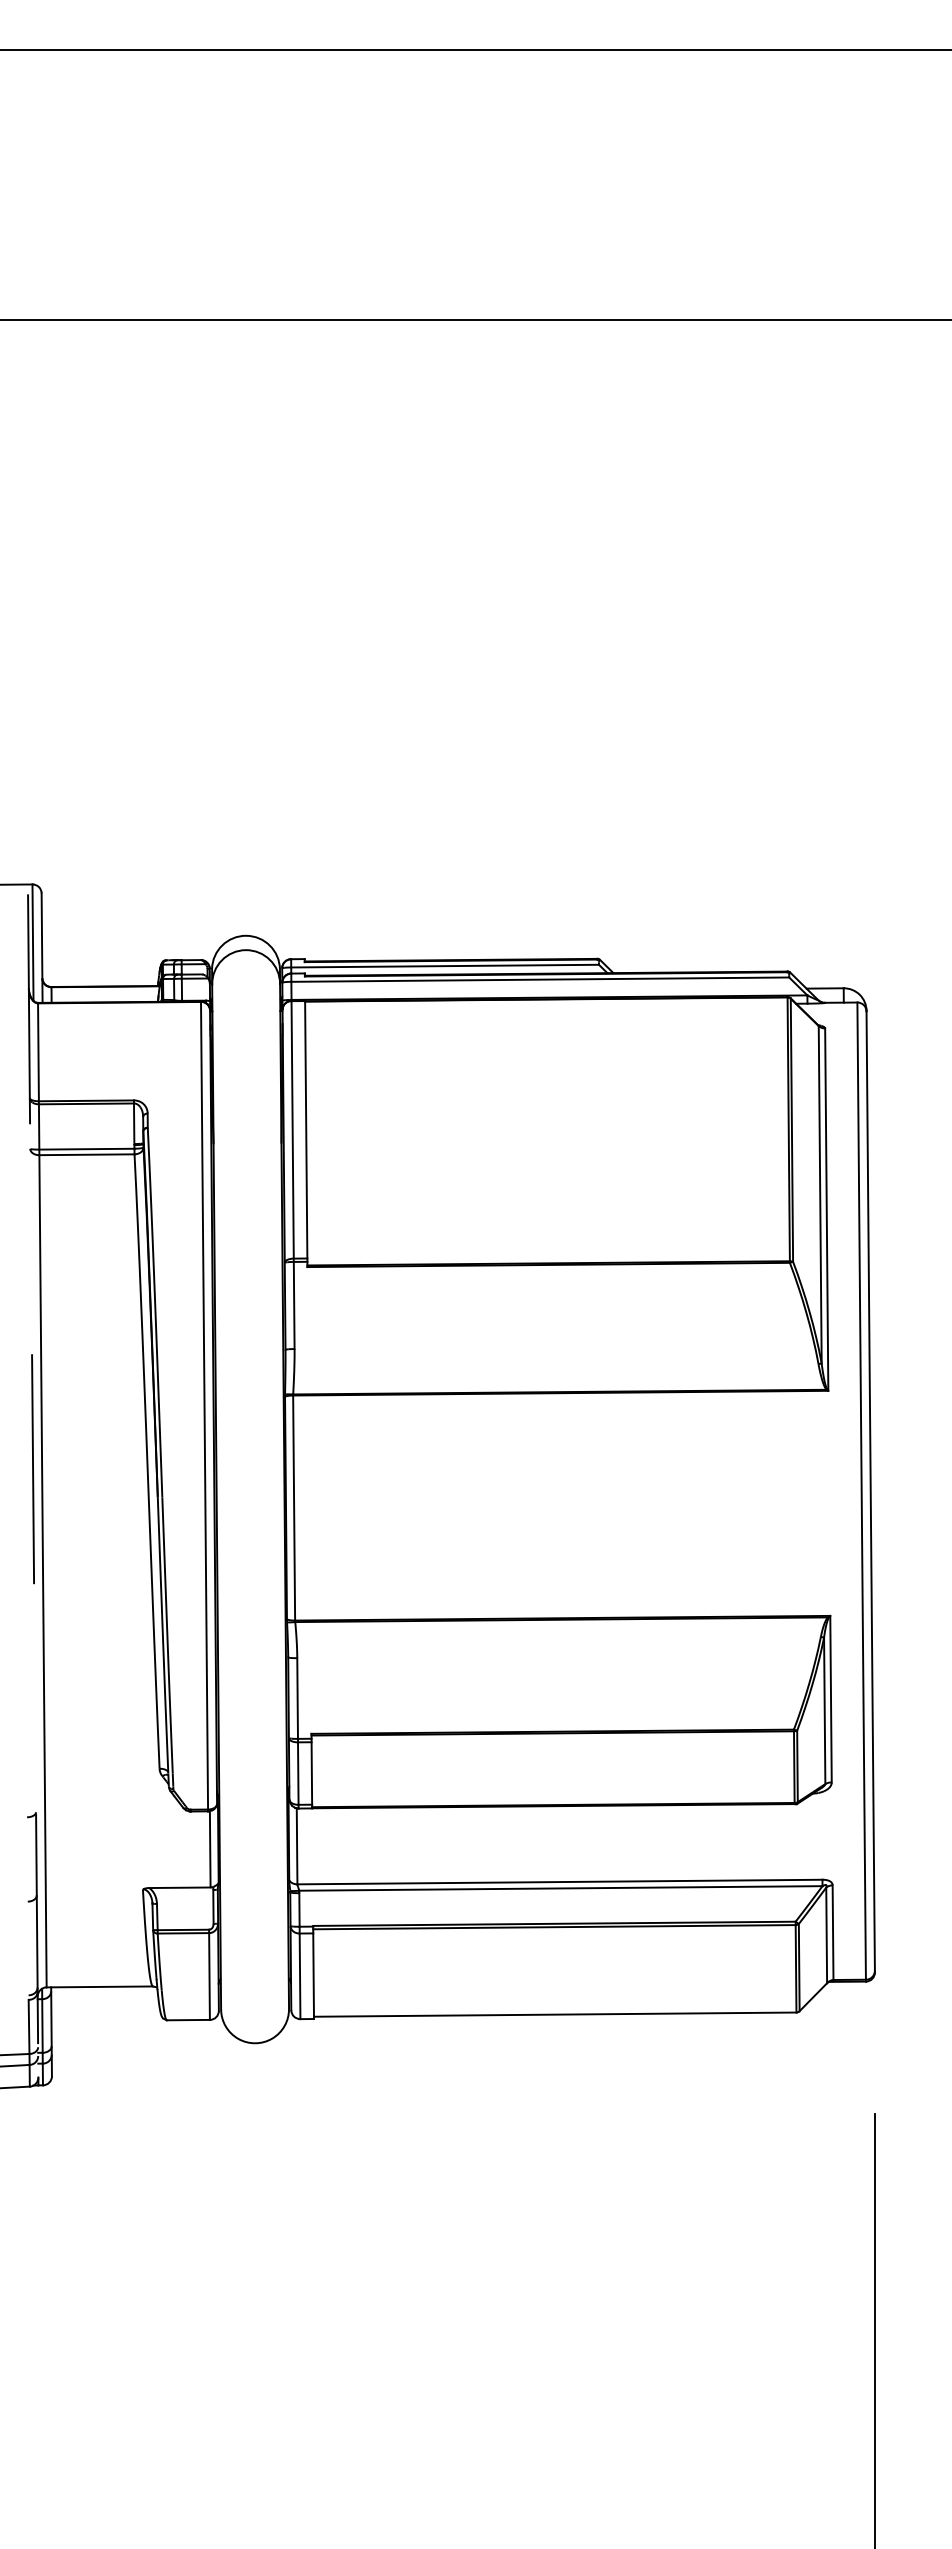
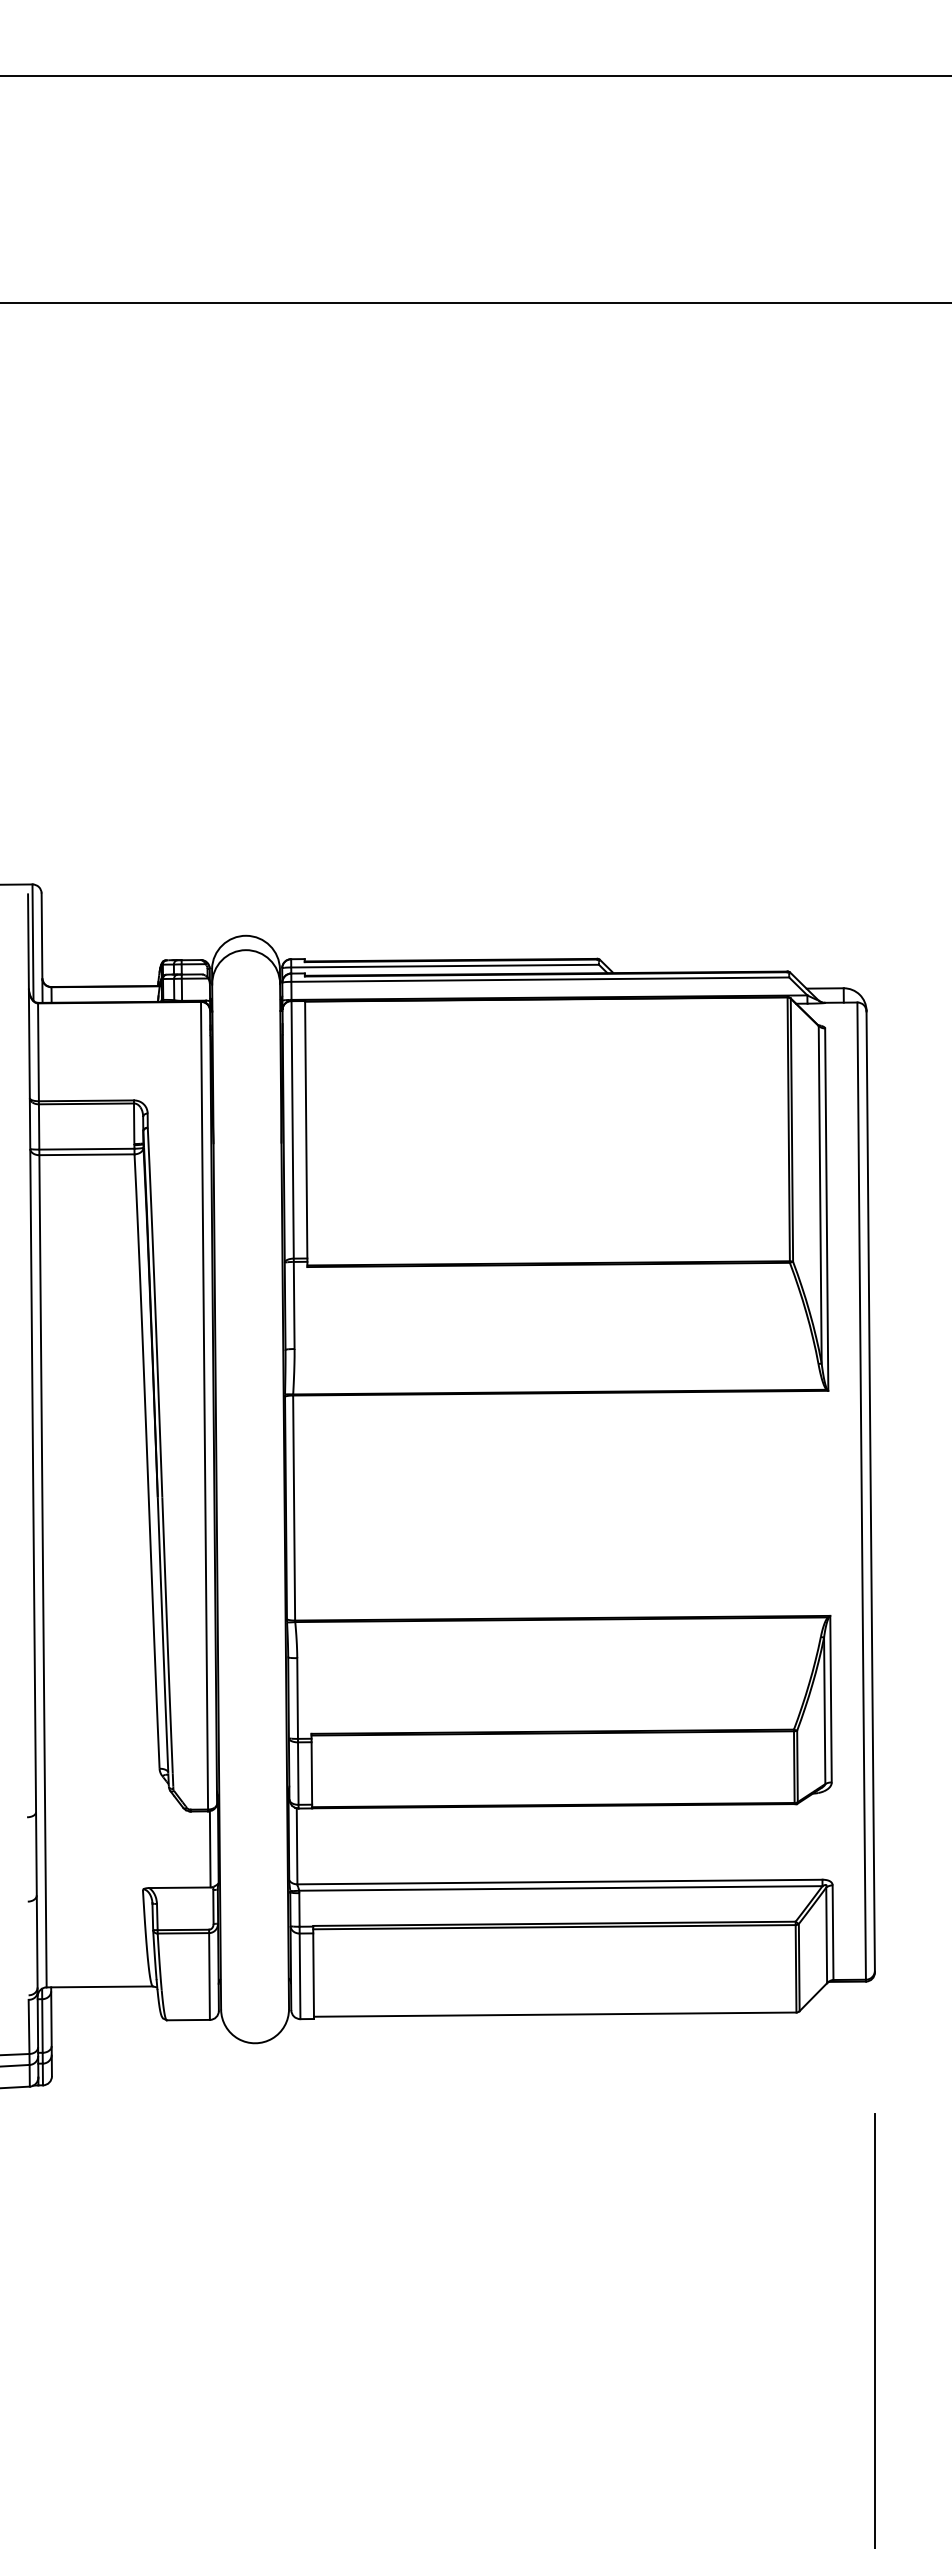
line at (475, 50) position: (475, 50) -> (475, 76)
line at (475, 319) position: (475, 319) -> (475, 302)
line at (33, 1485): dashed -> solid
